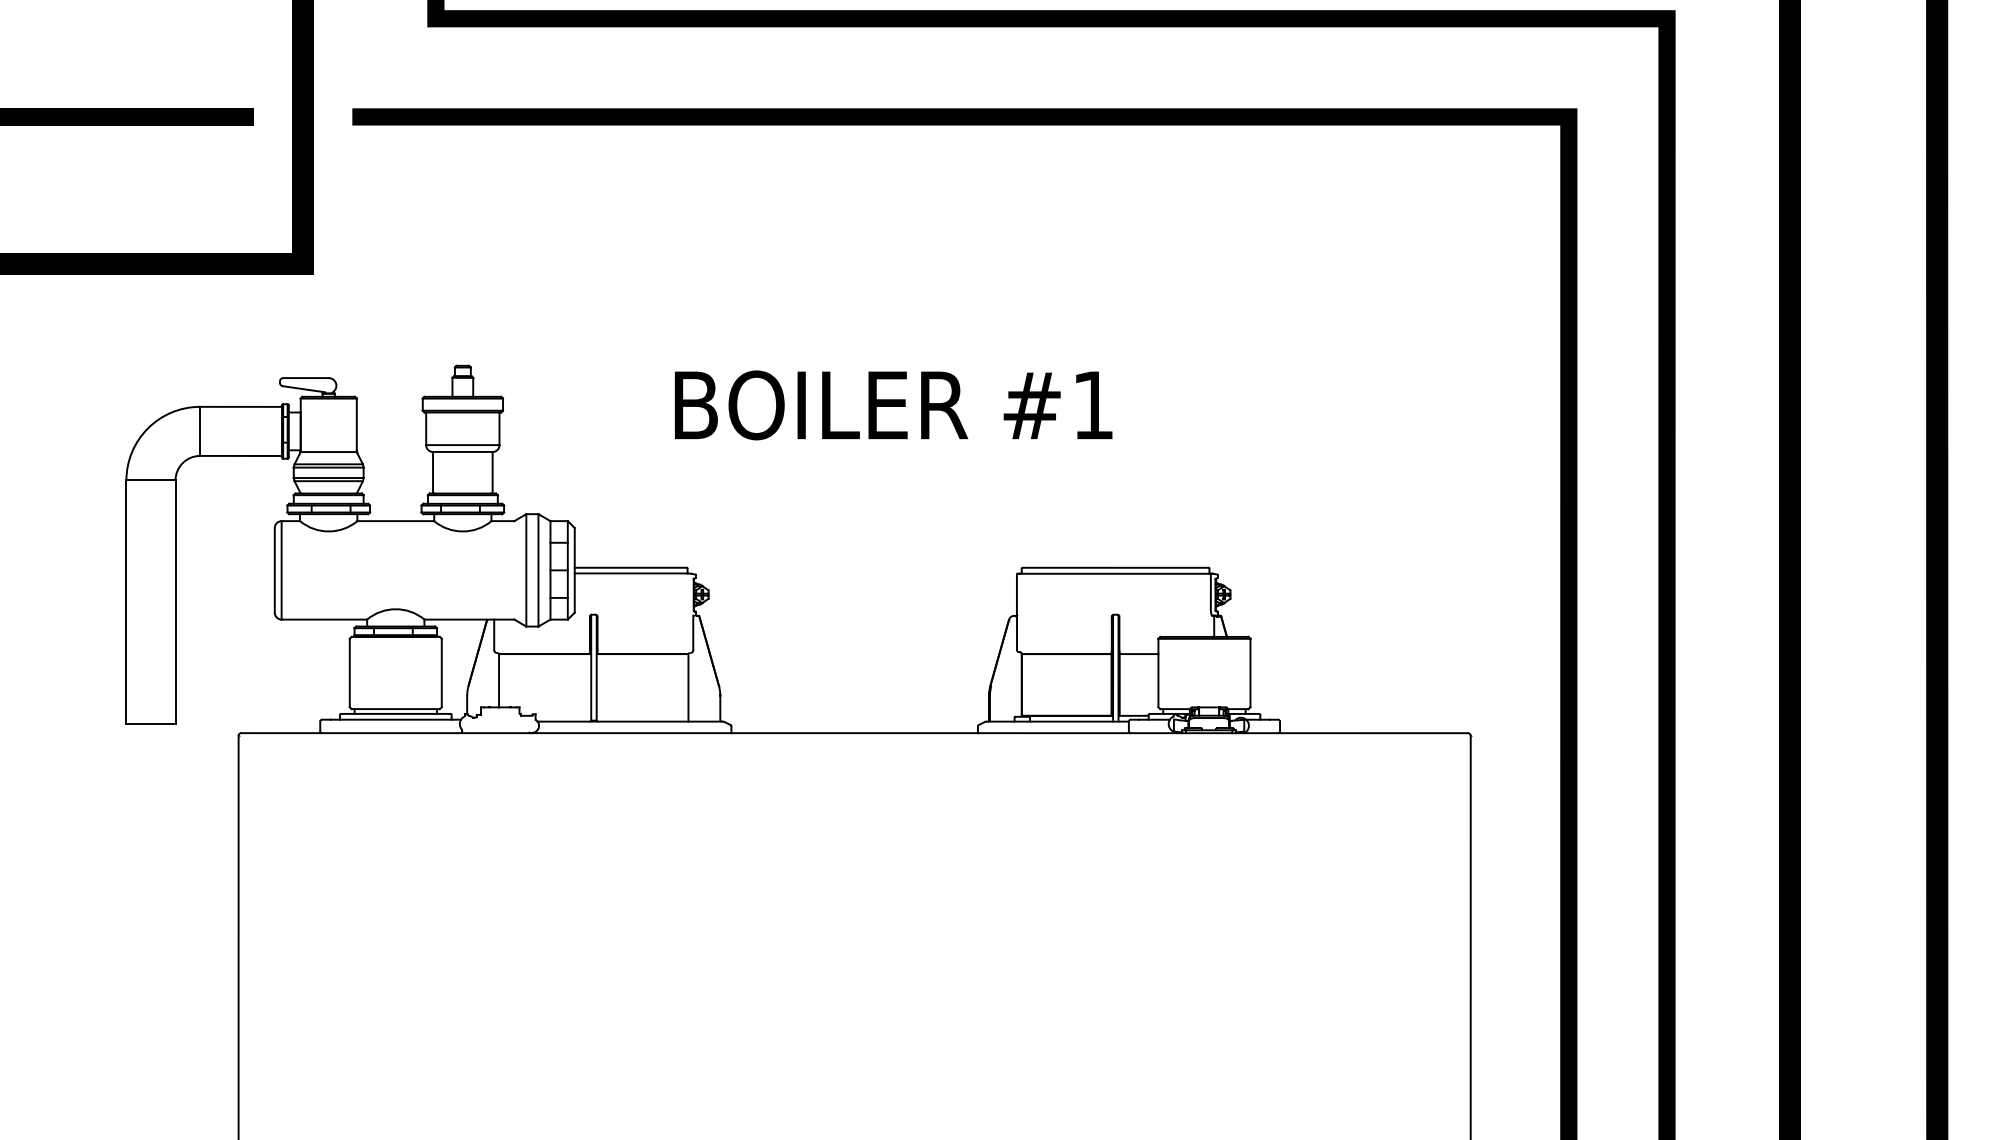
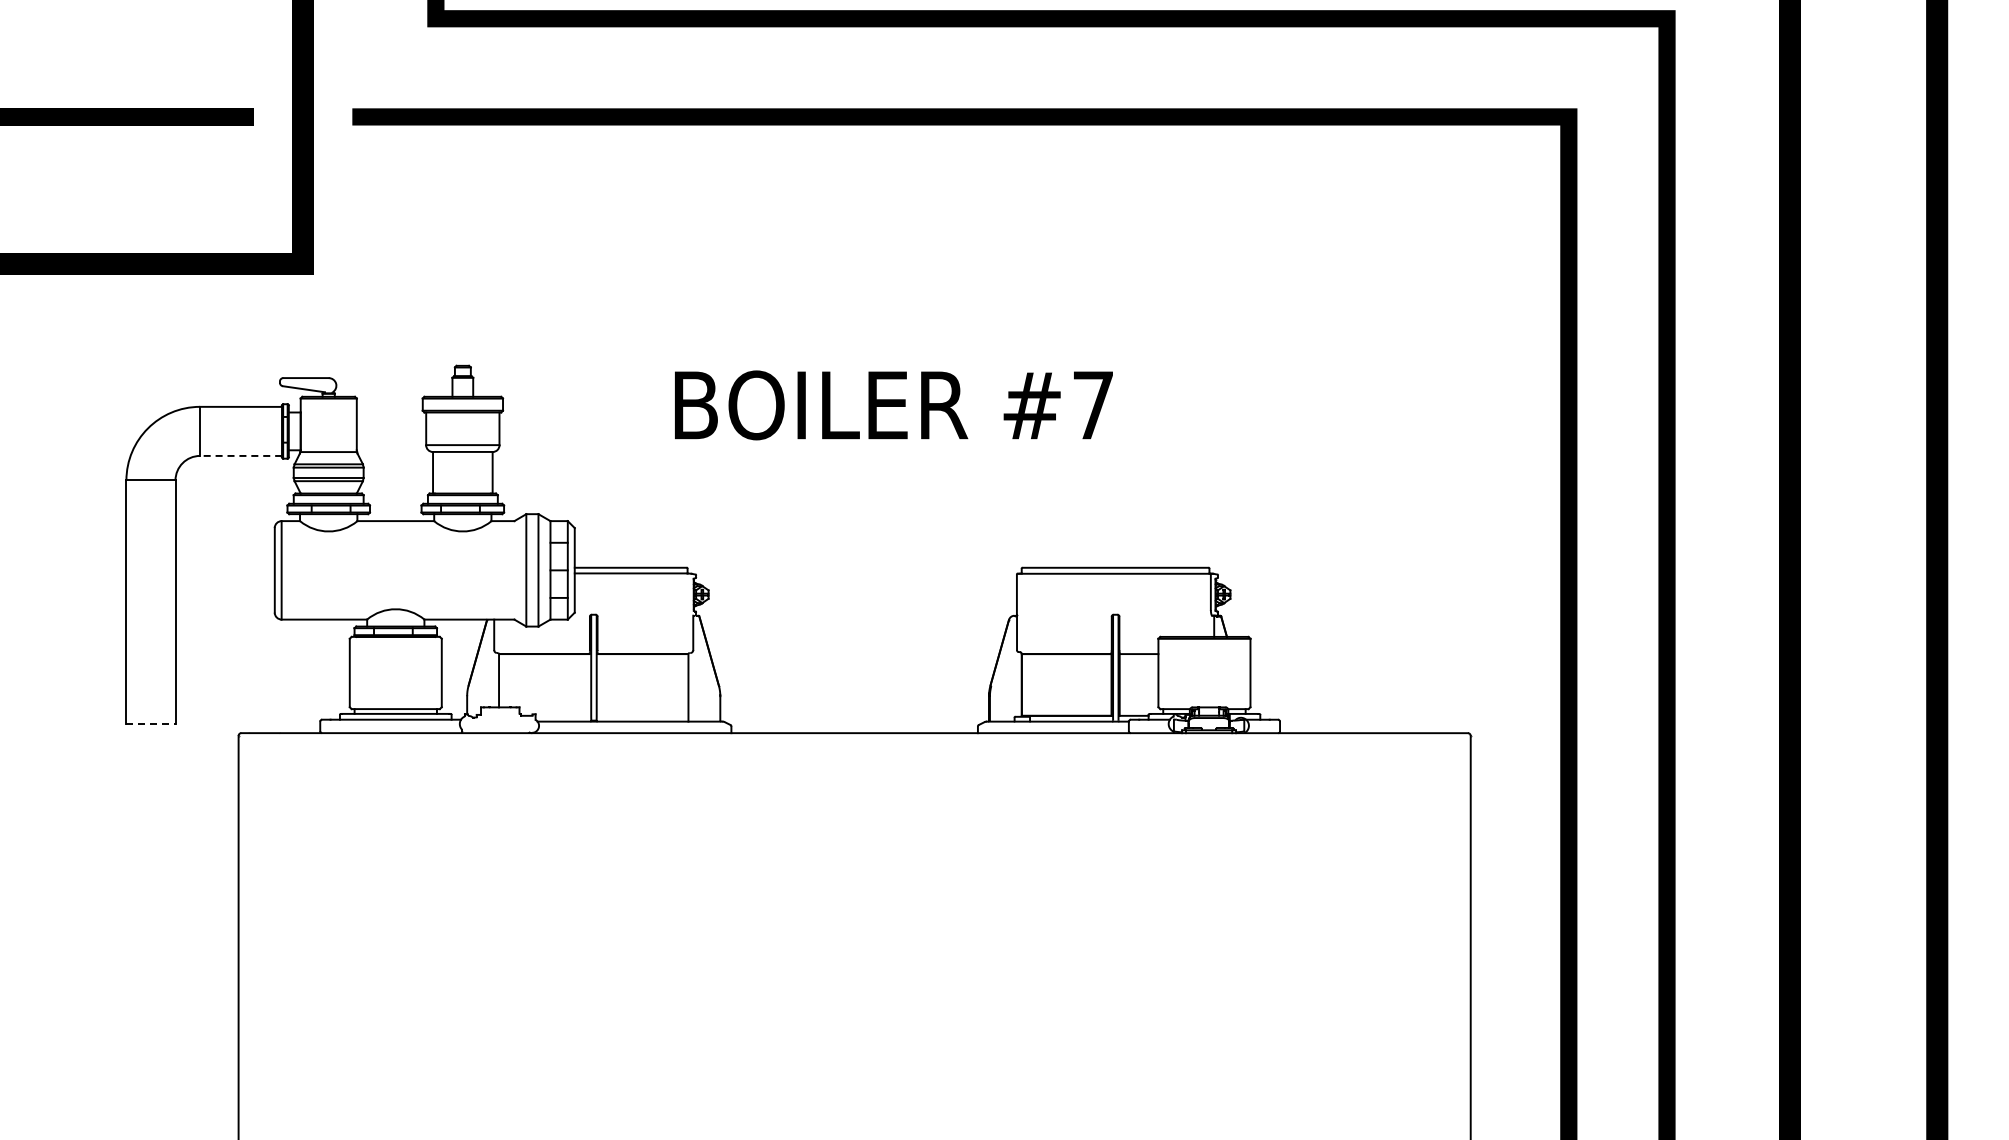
text at (1093, 405): #1 -> #7
line at (240, 455): solid -> dashed
line at (150, 723): solid -> dashed
